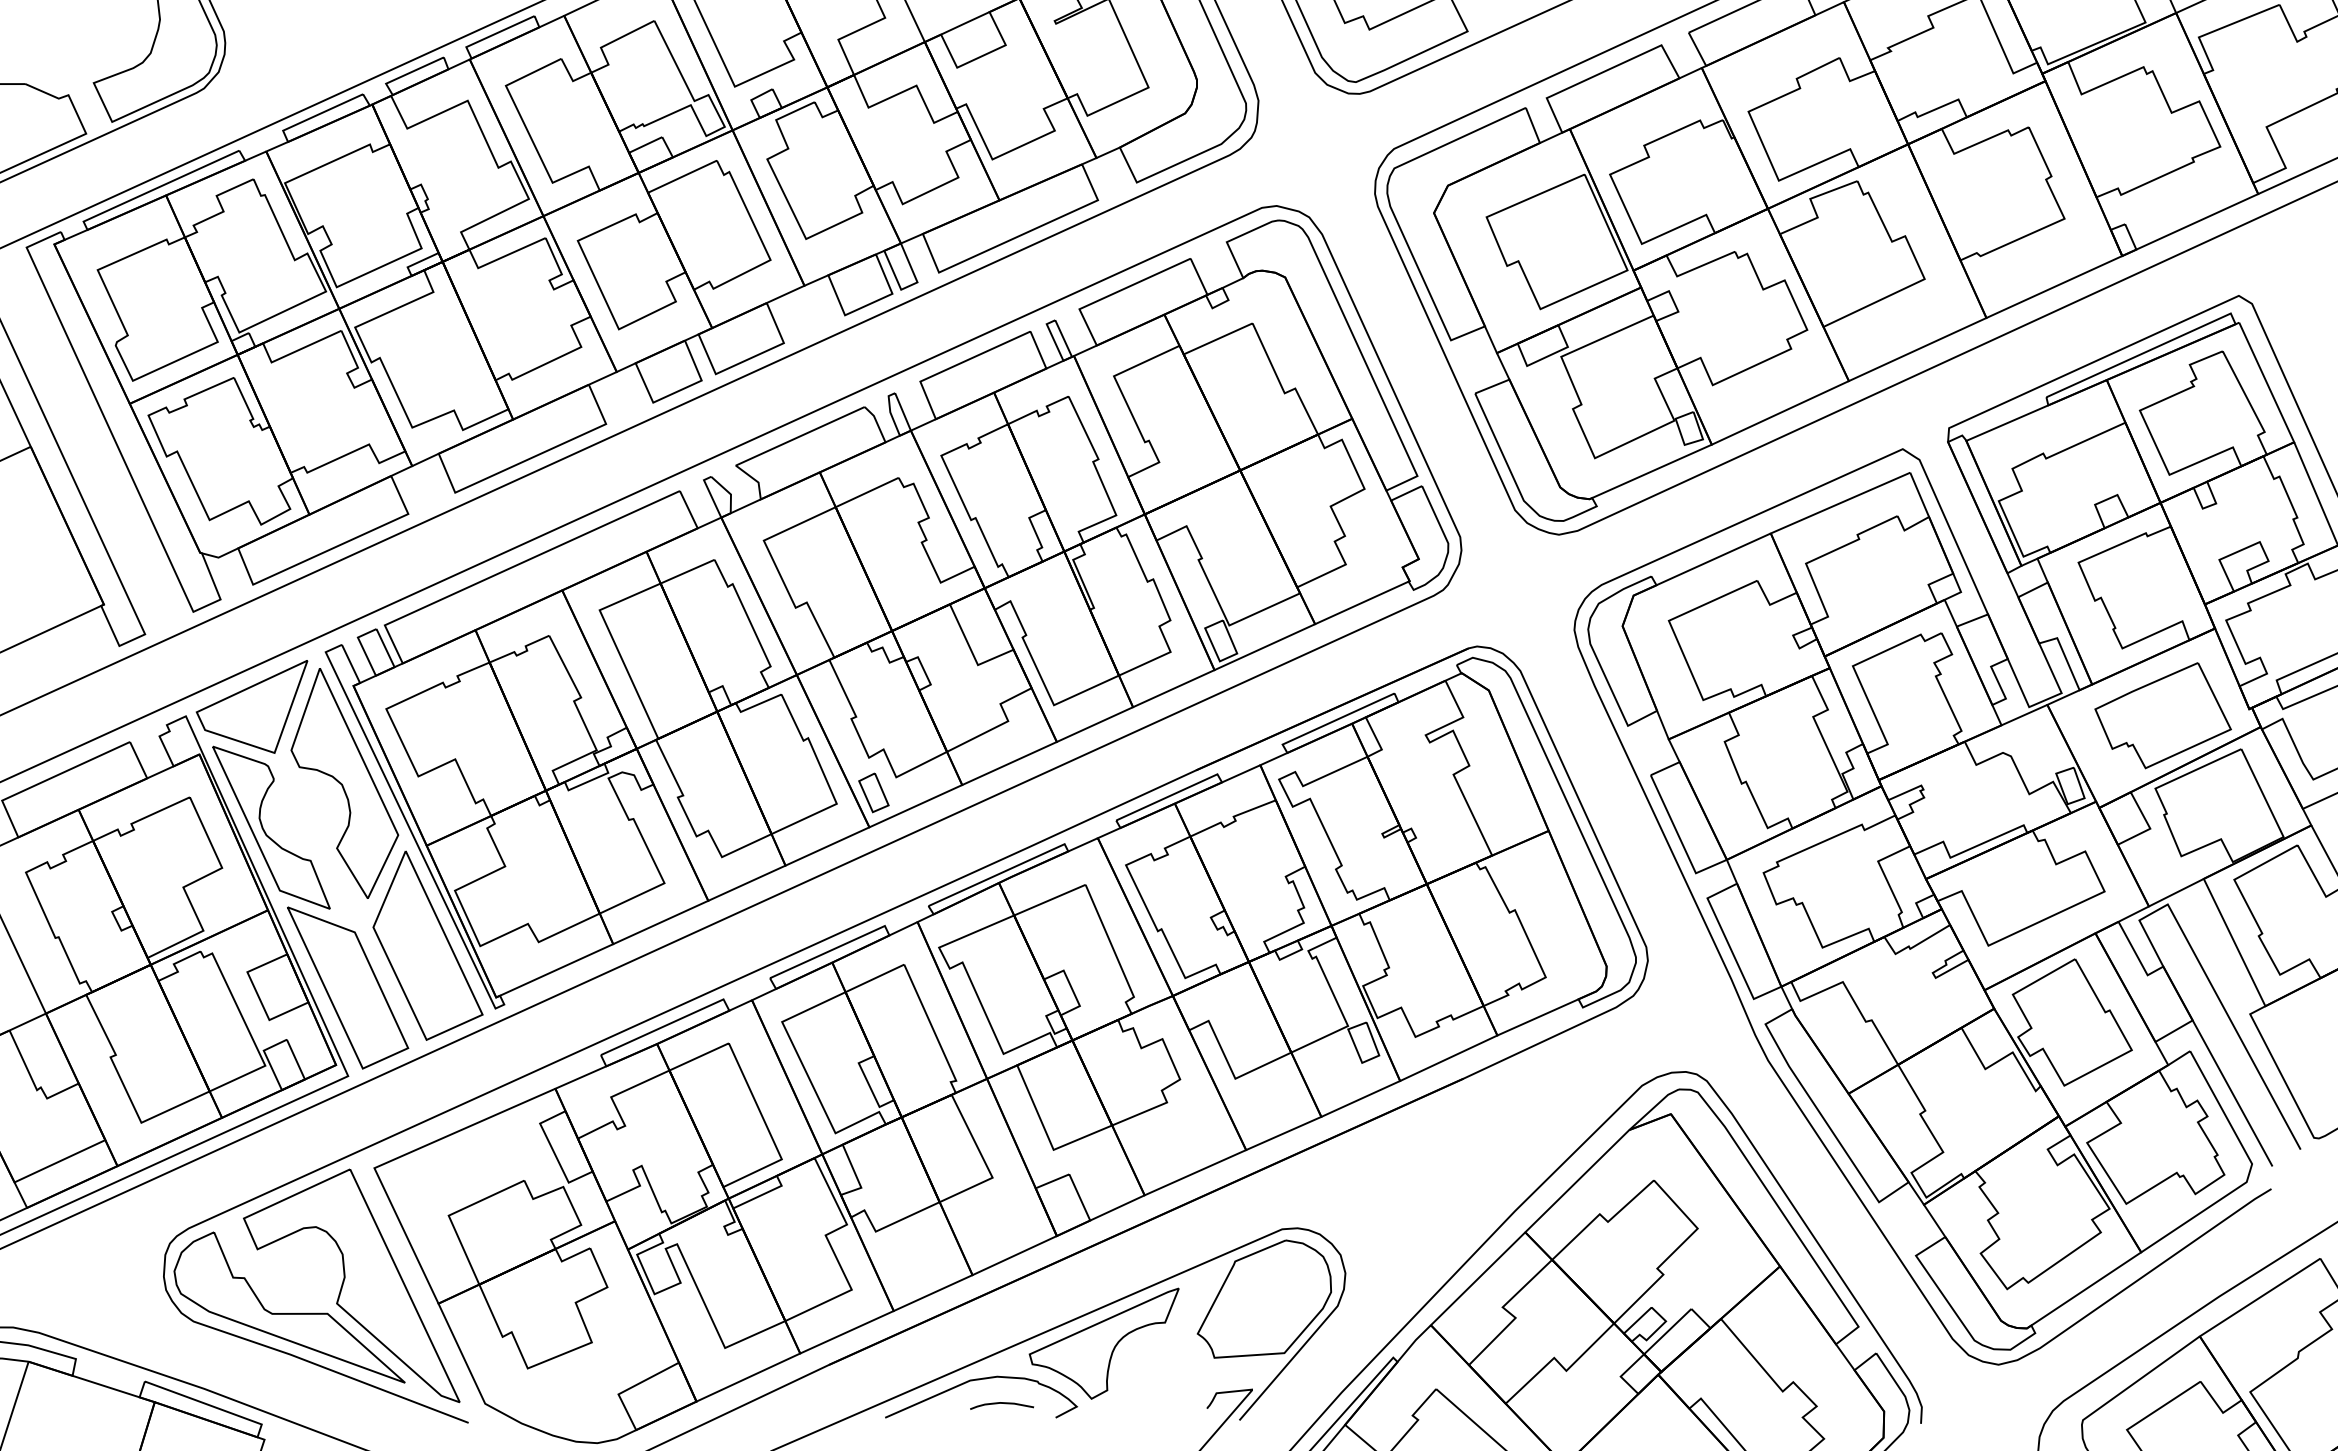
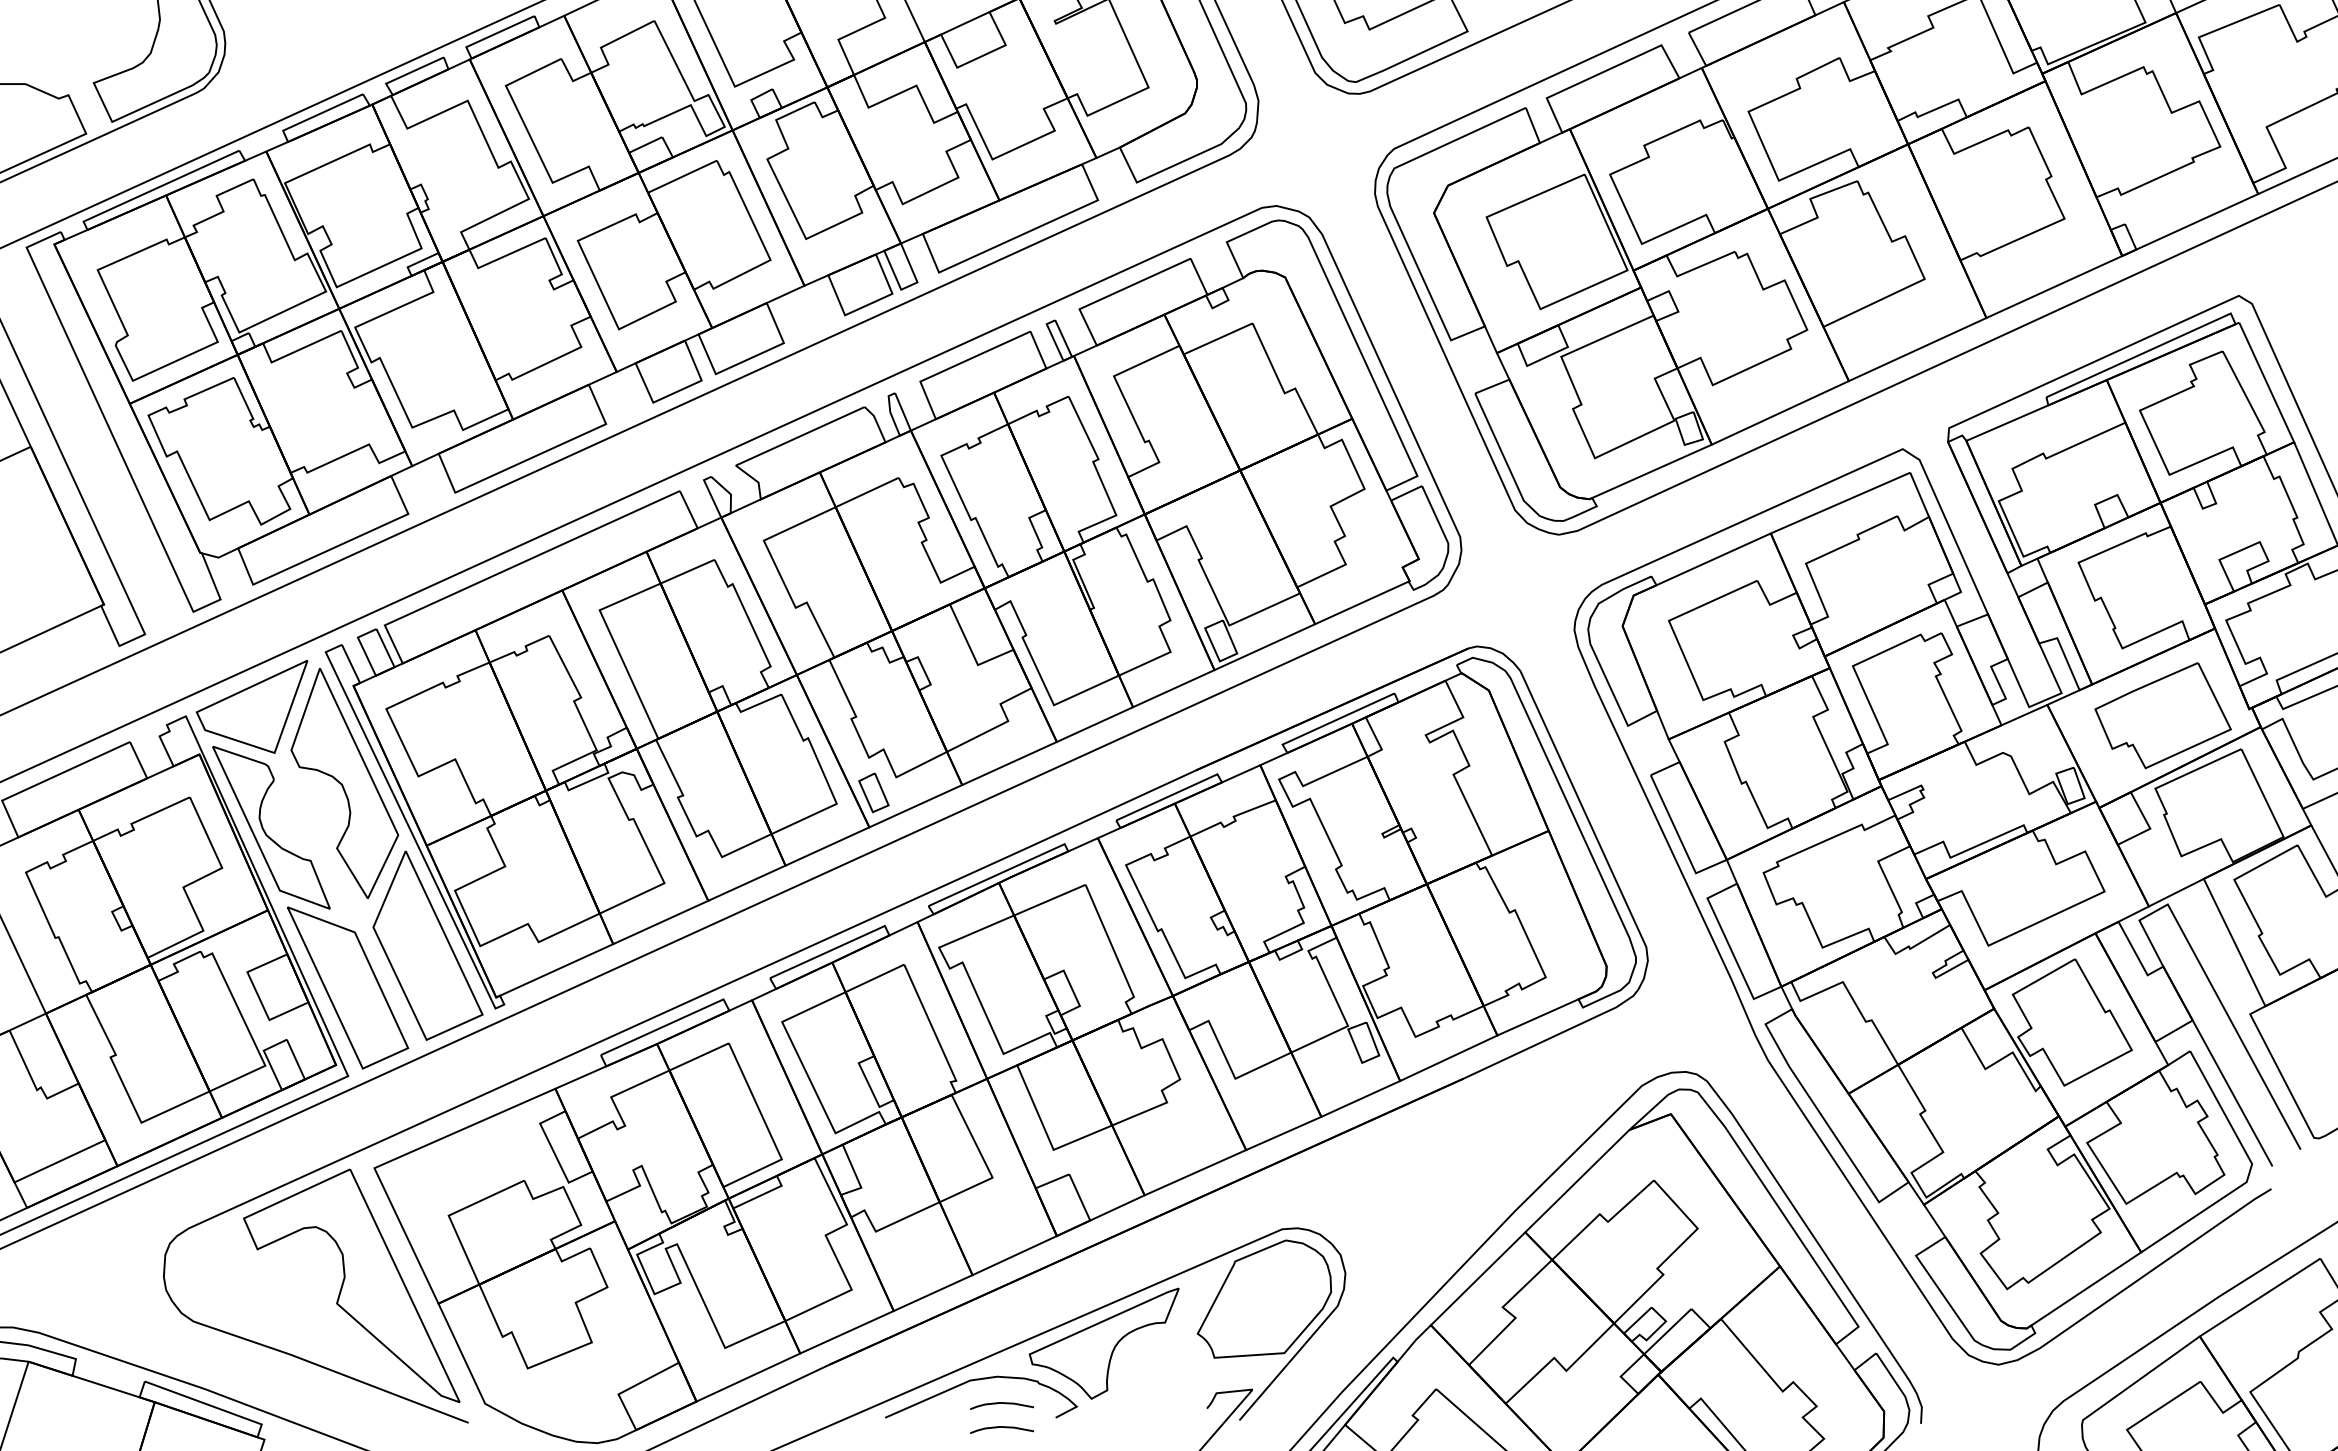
part at (289, 1307): present -> none
curve at (1002, 1427): none -> present
